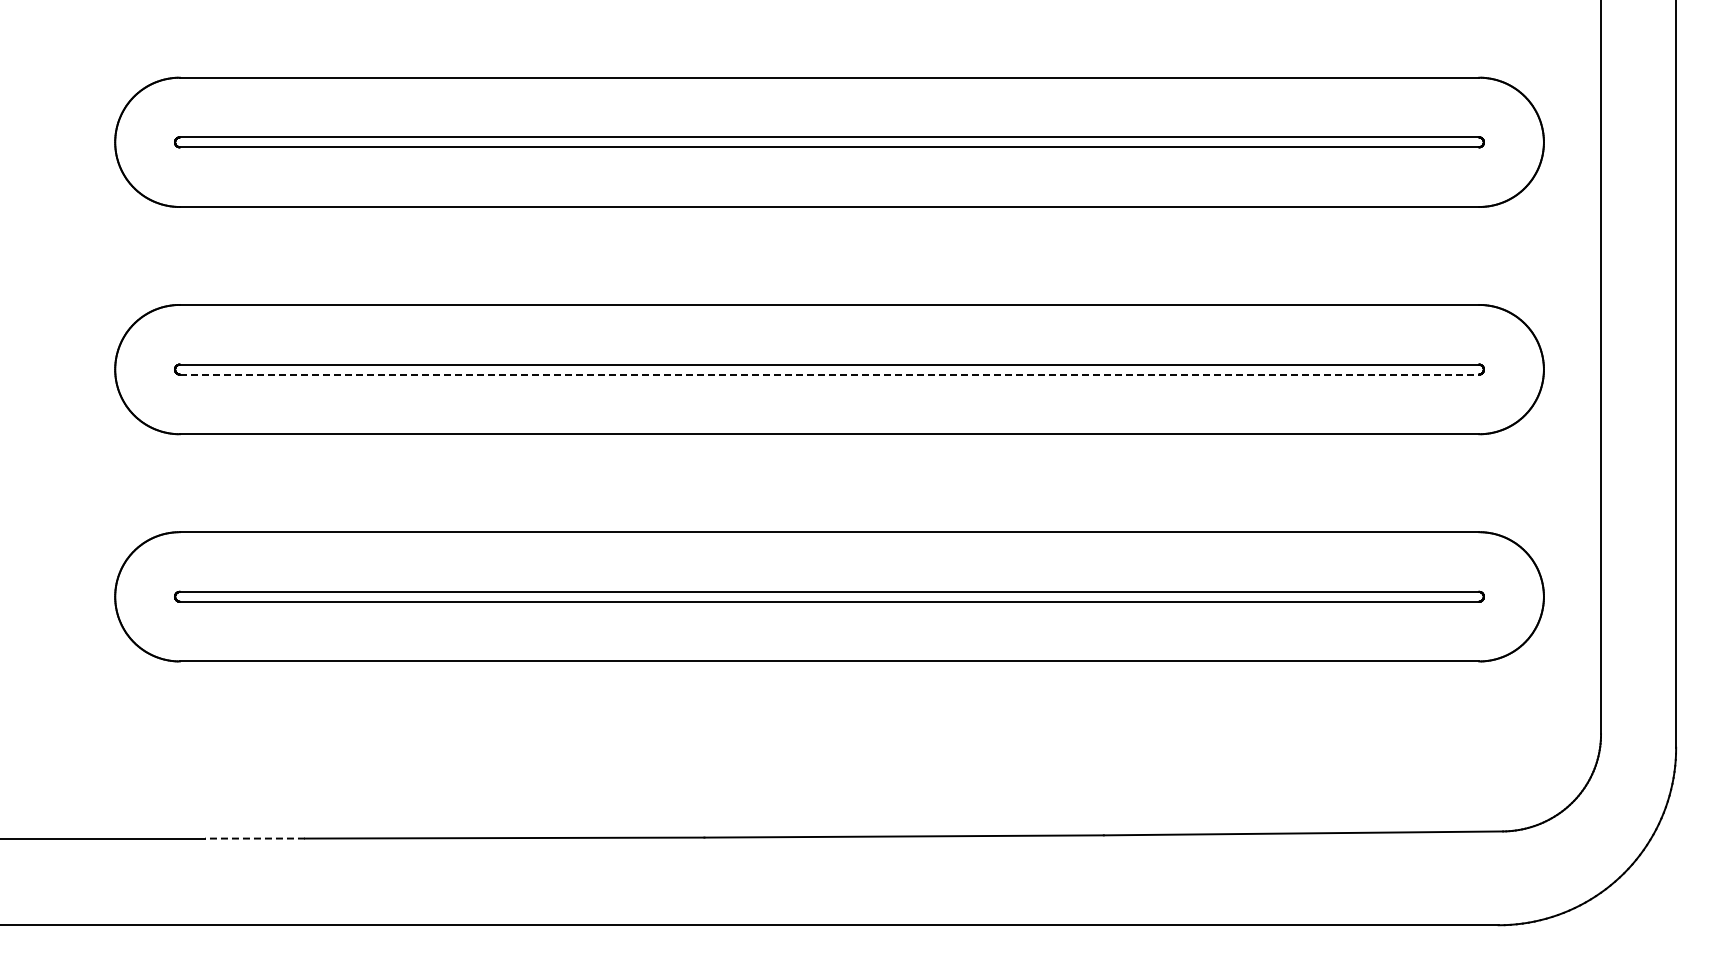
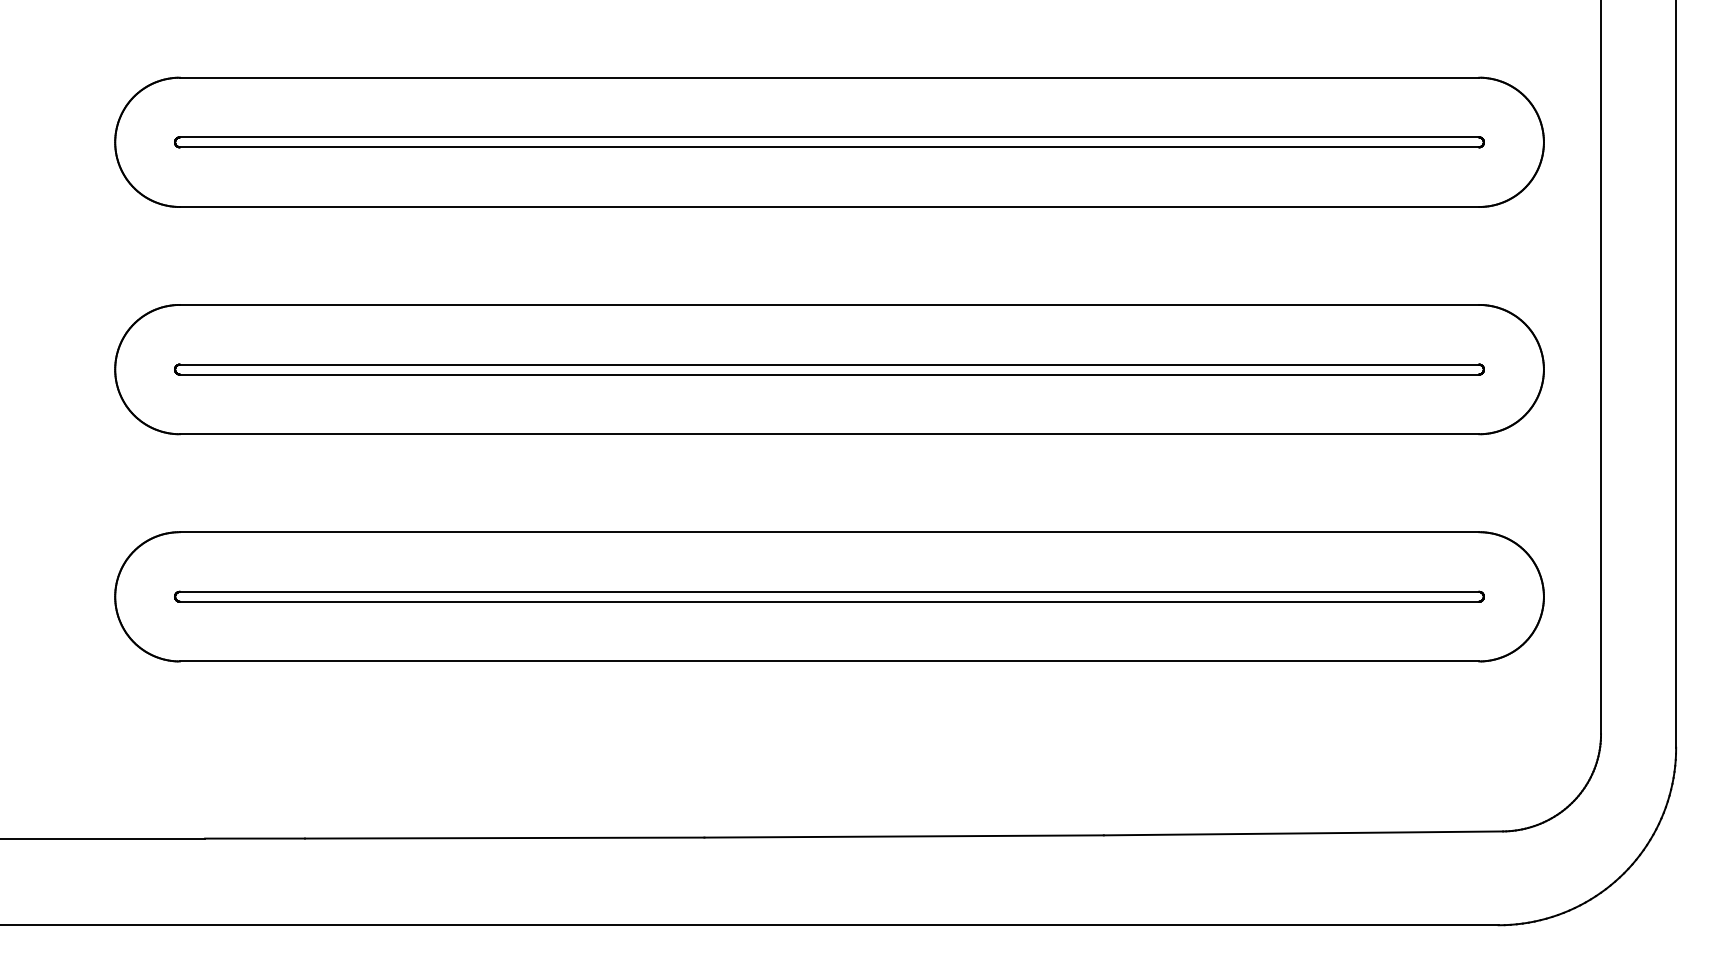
line at (829, 374): dashed -> solid
line at (255, 838): dashed -> solid
